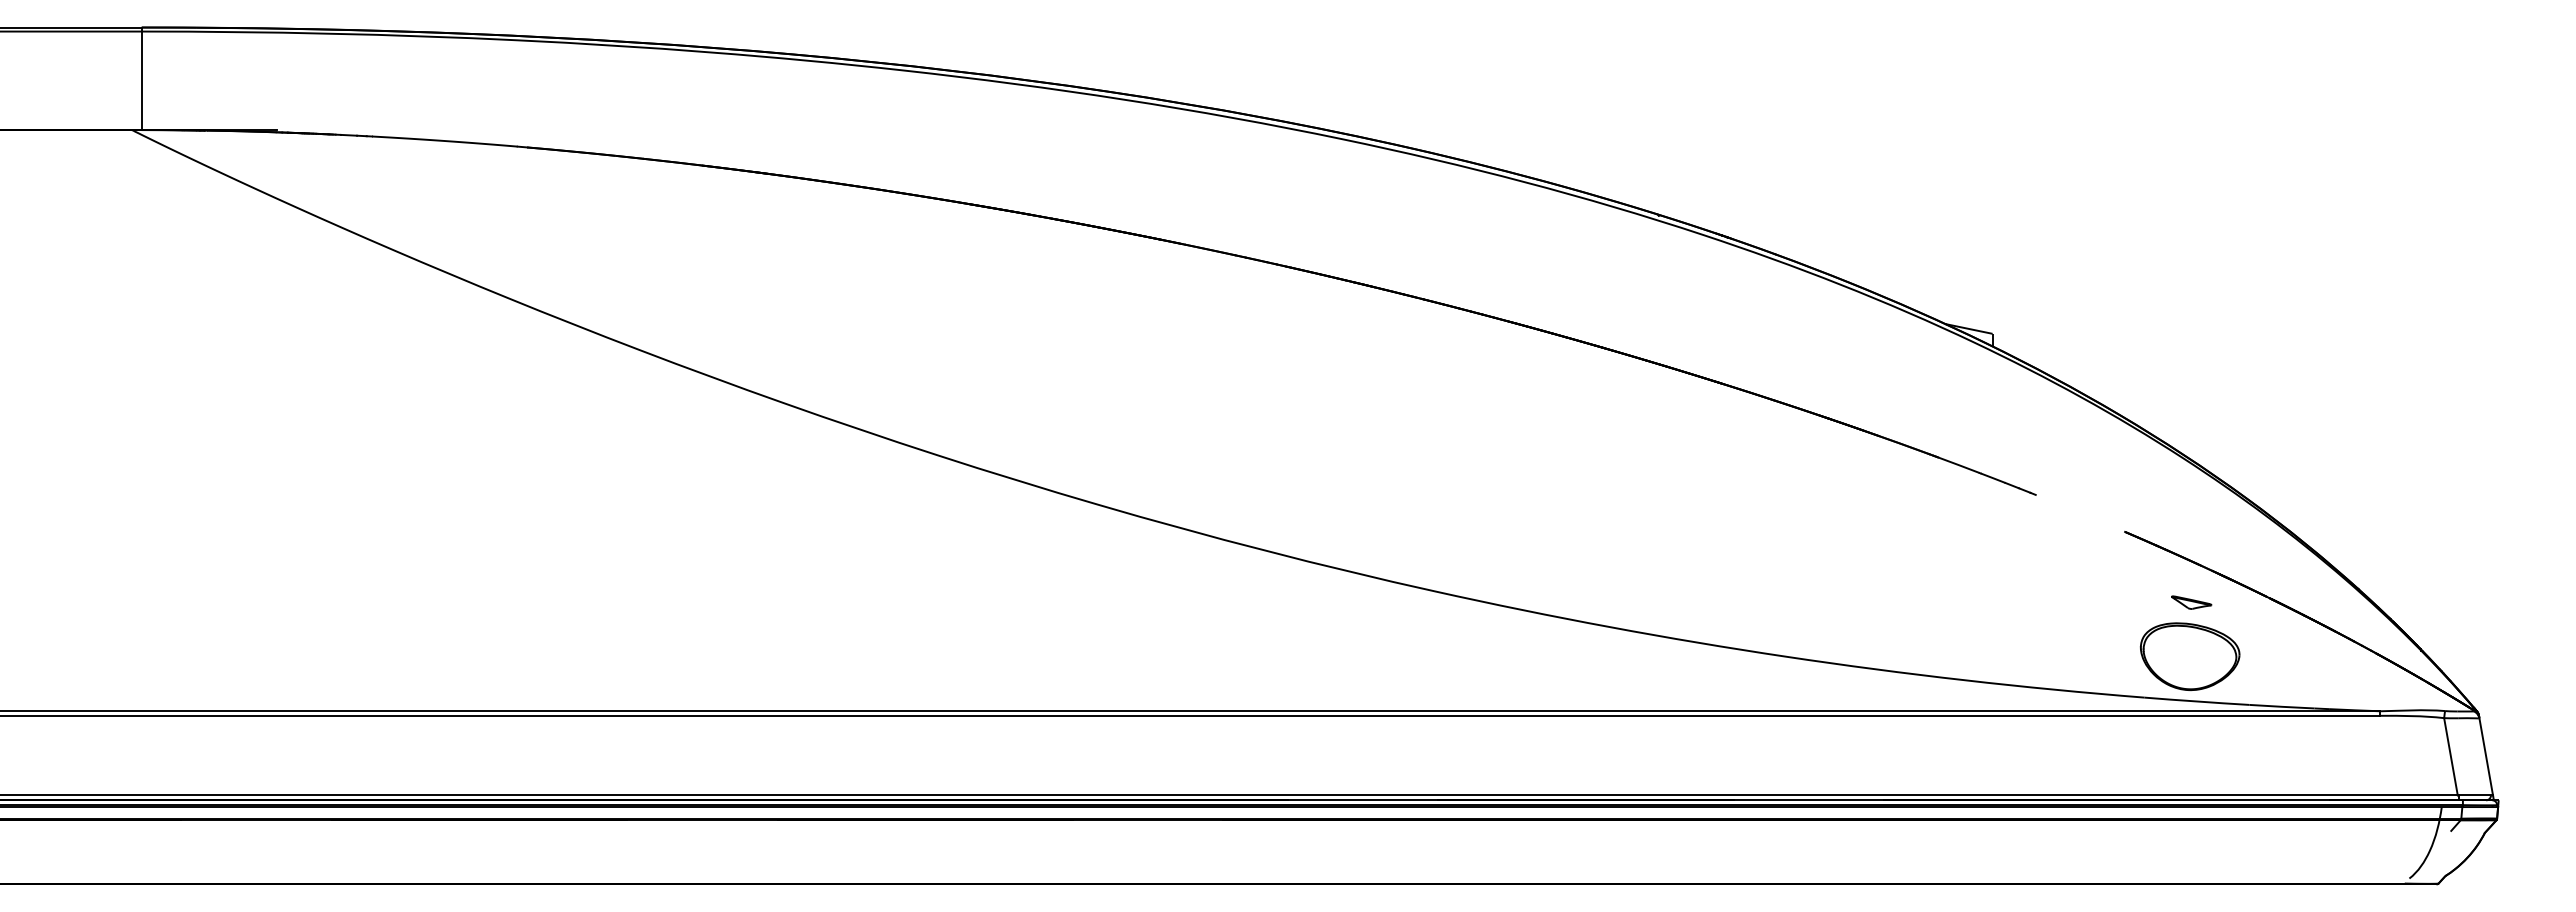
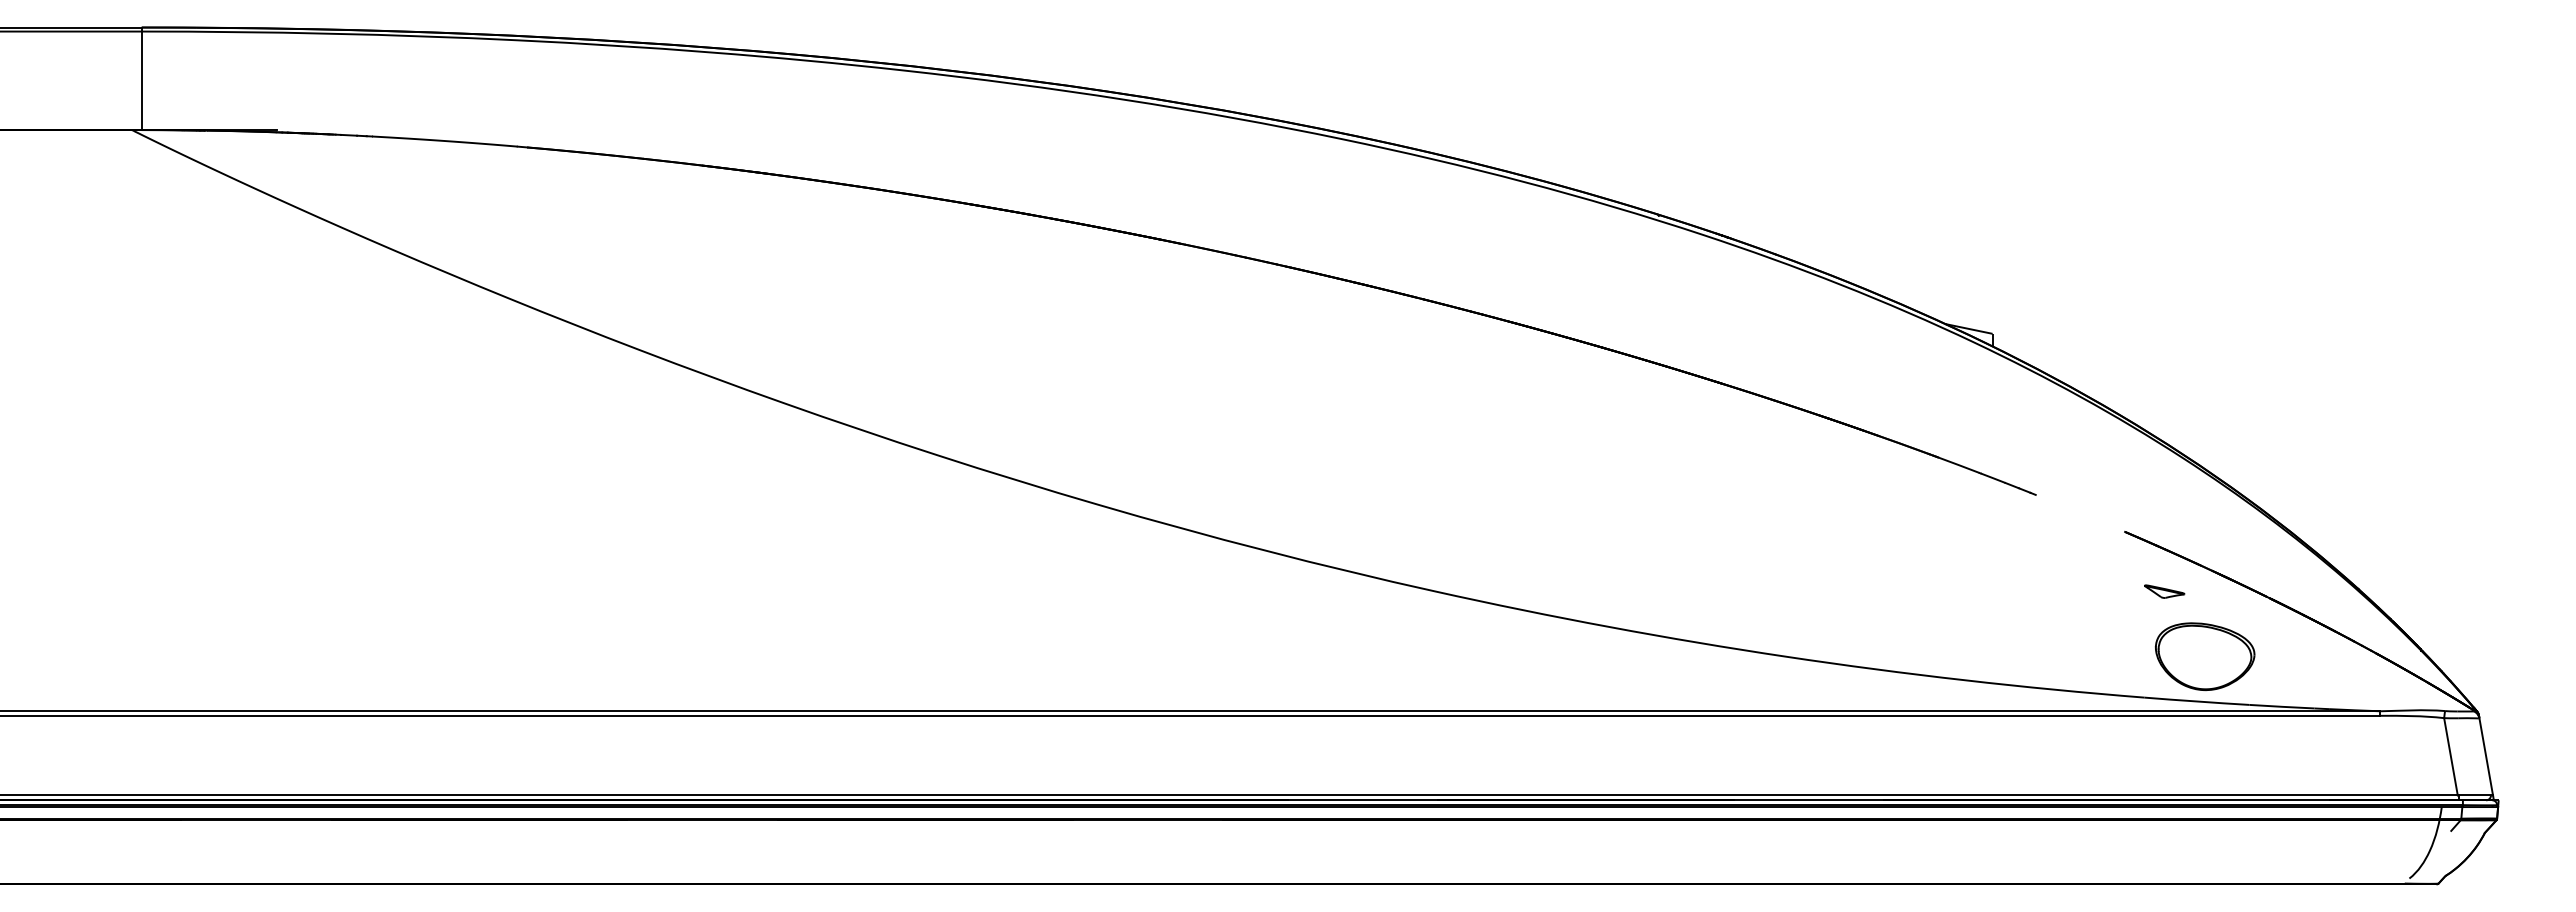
part at (2191, 602) position: (2191, 602) -> (2164, 591)
part at (2189, 656) position: (2189, 656) -> (2204, 656)
